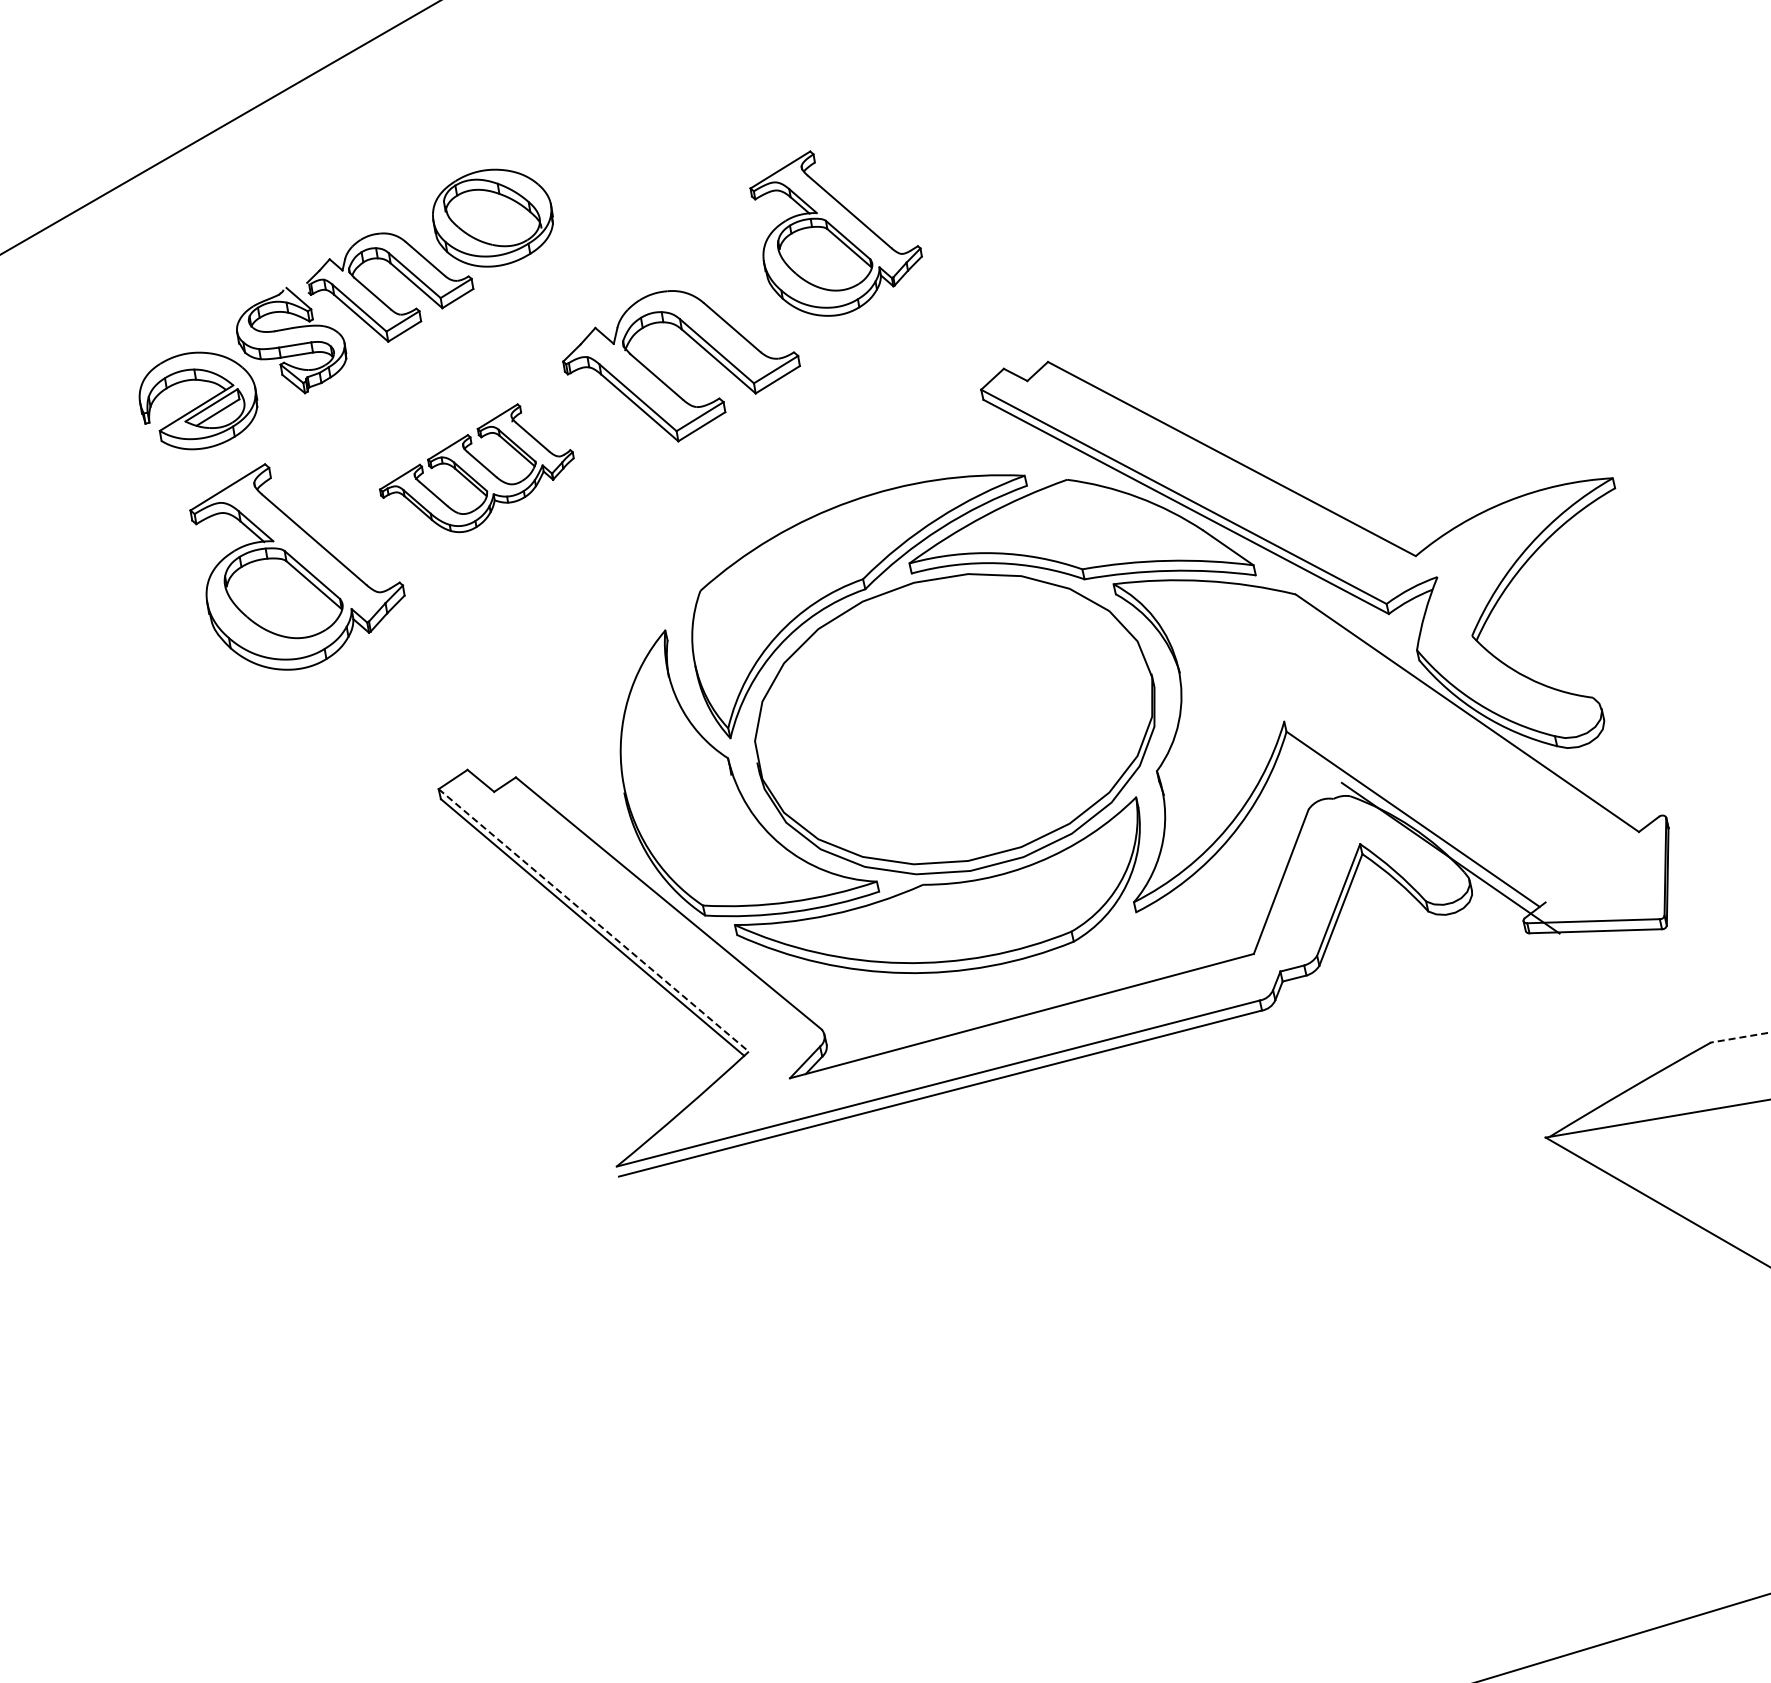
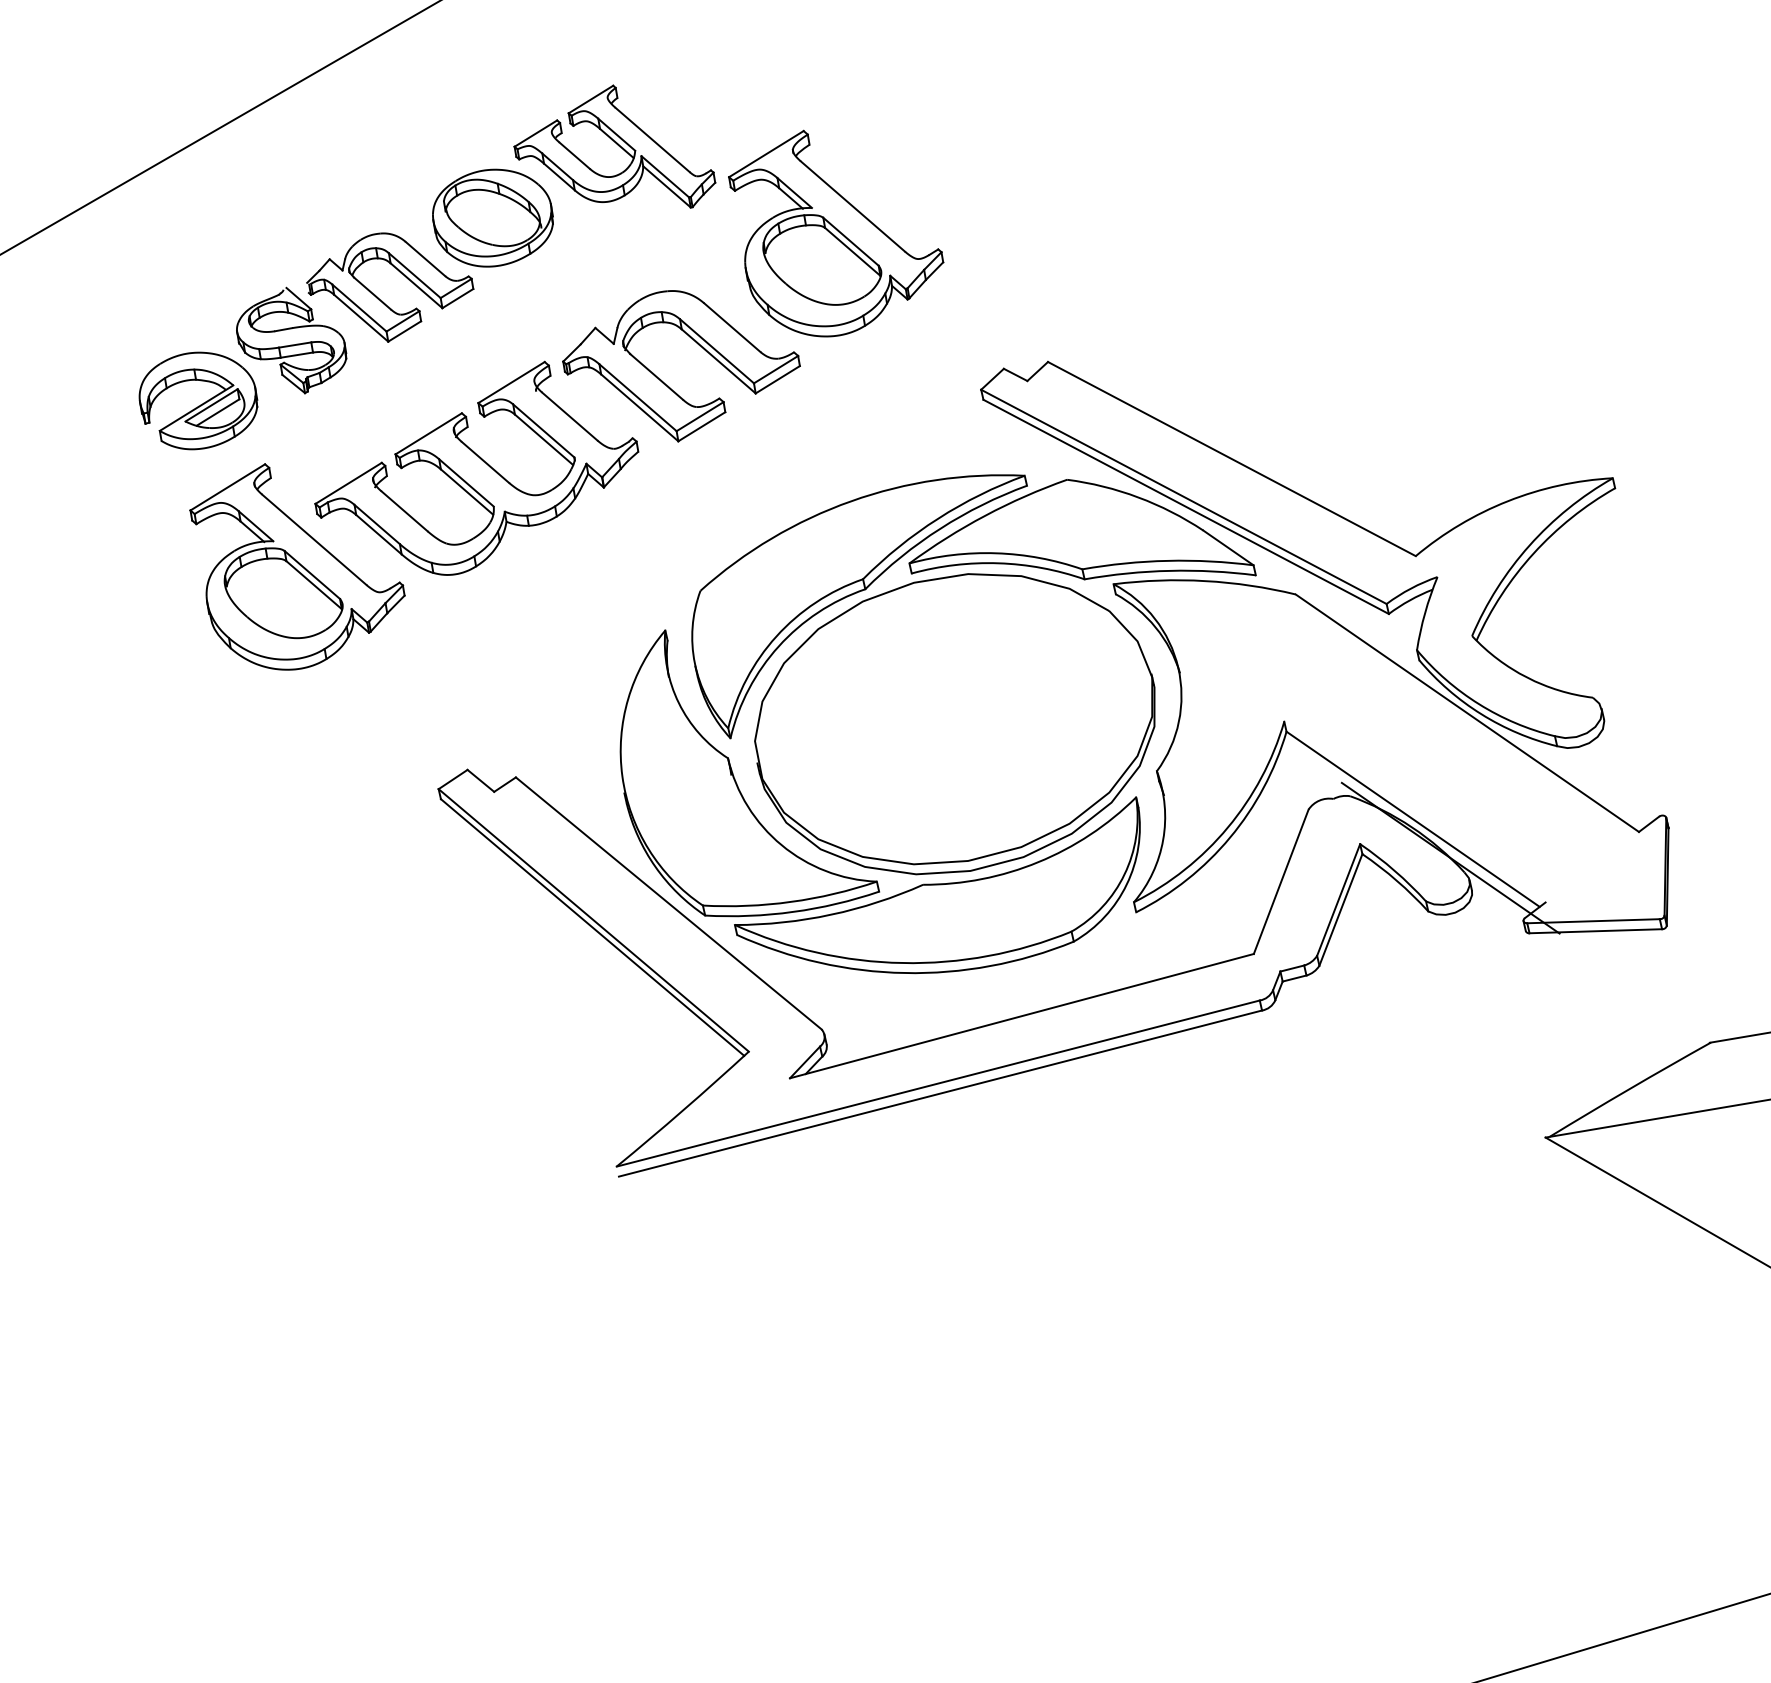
part at (614, 146): none -> present
part at (835, 233) size: 174x167 px -> 217x209 px
part at (476, 468) size: 196x131 px -> 326x216 px
line at (594, 920): dashed -> solid
line at (1740, 1037): dashed -> solid
